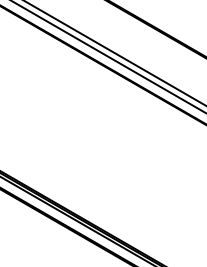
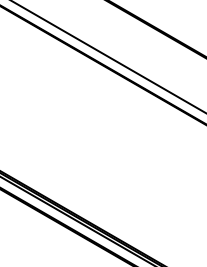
line at (114, 53): present -> none
